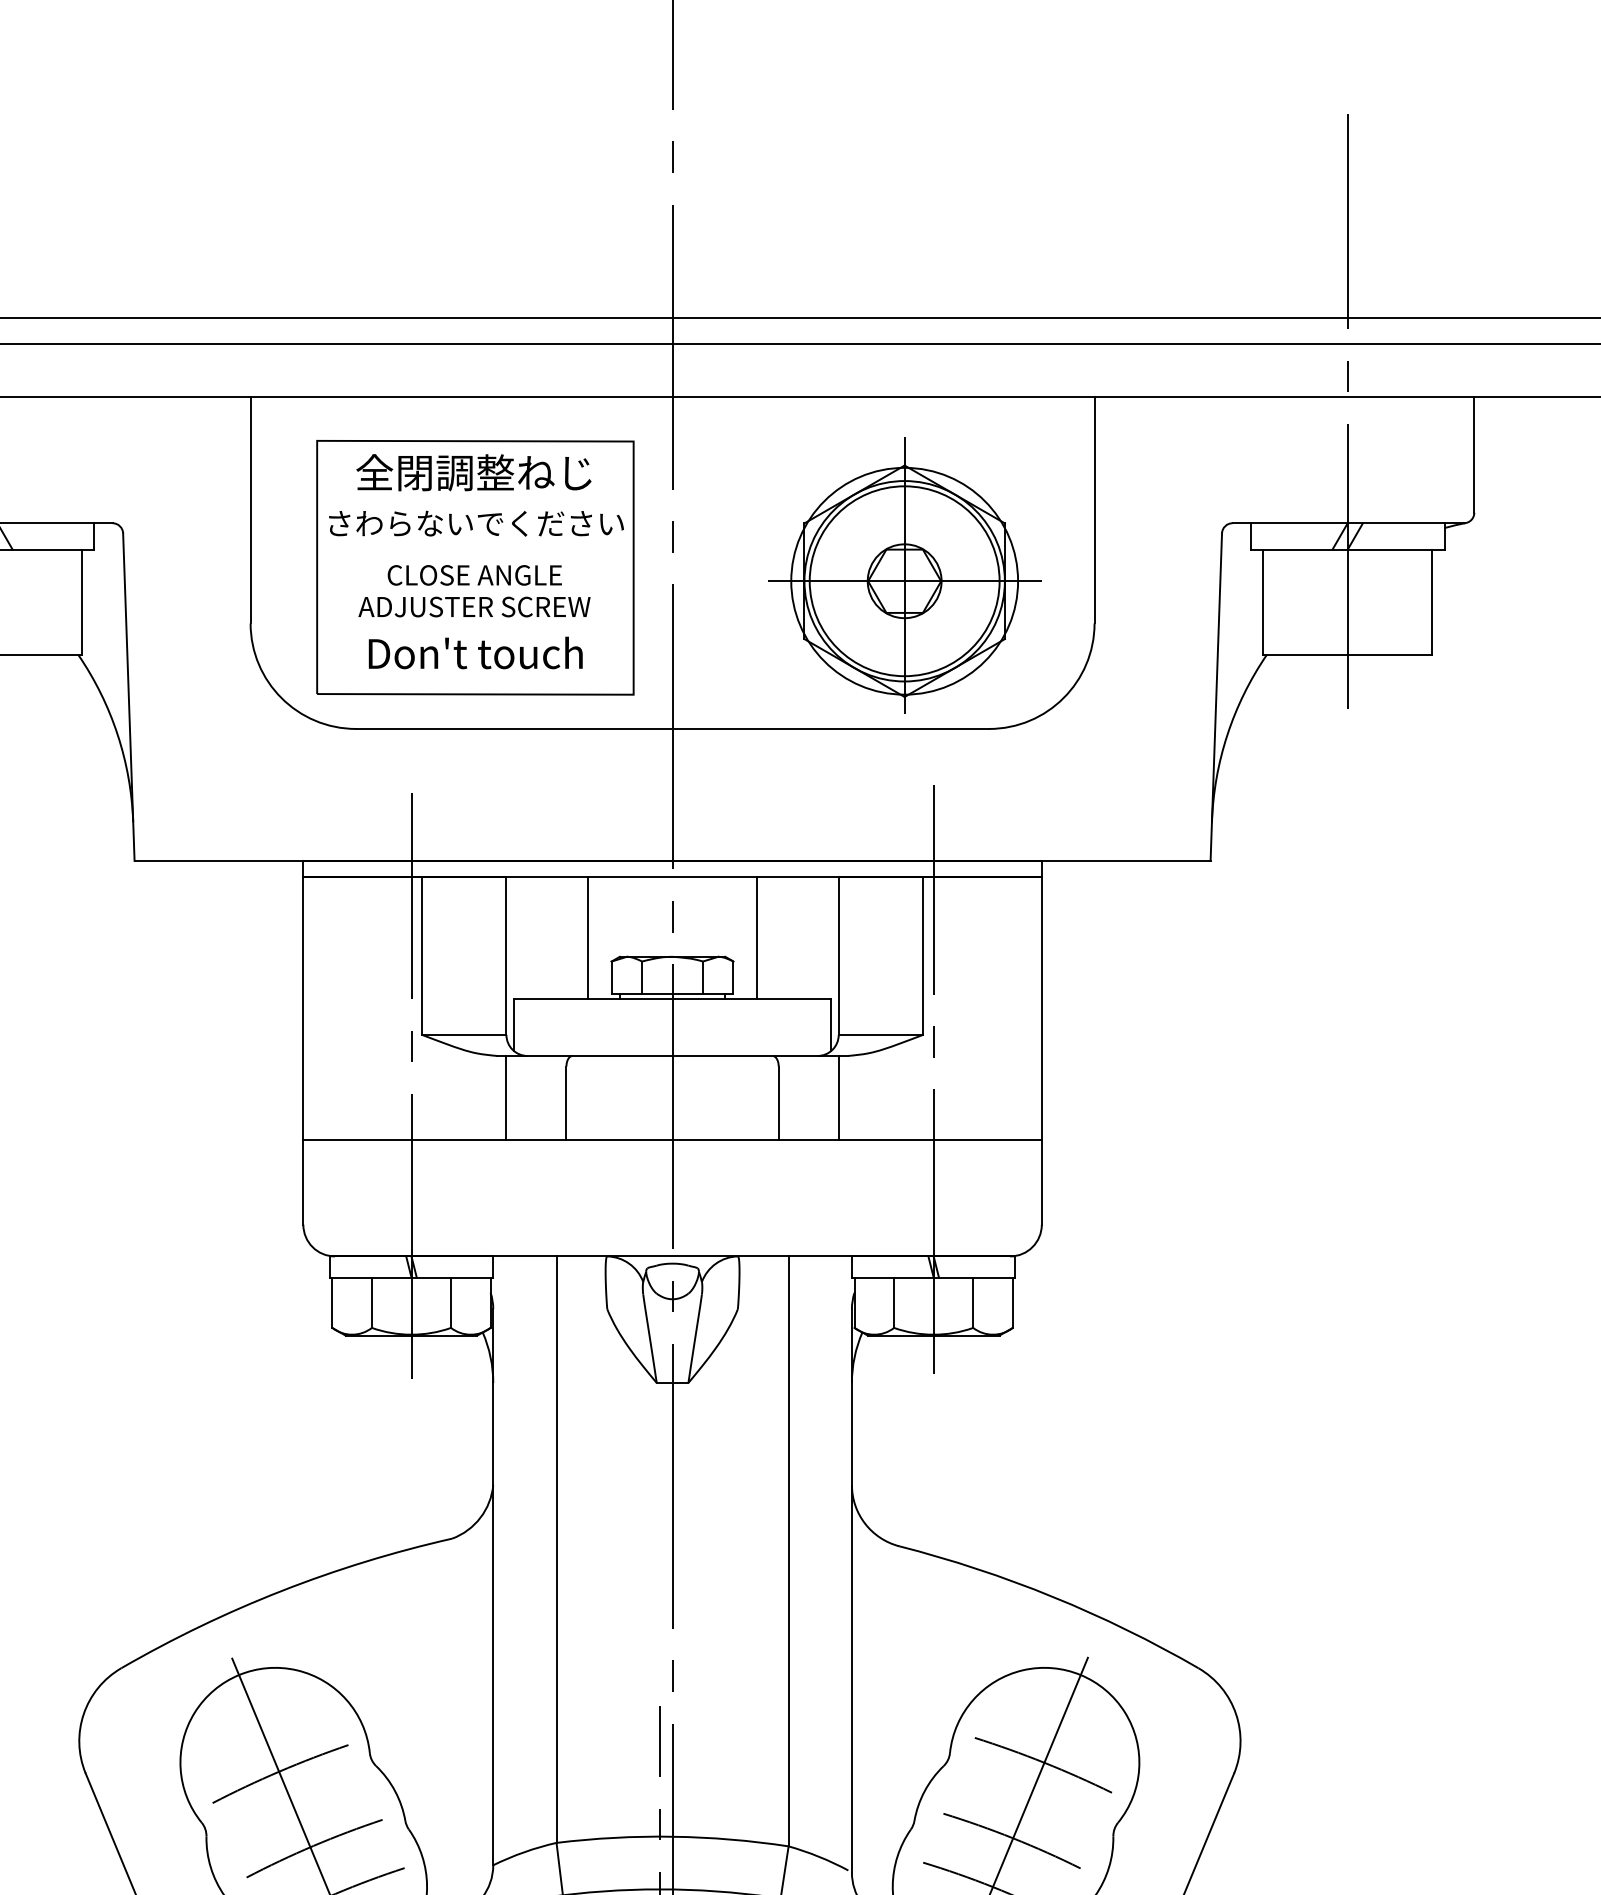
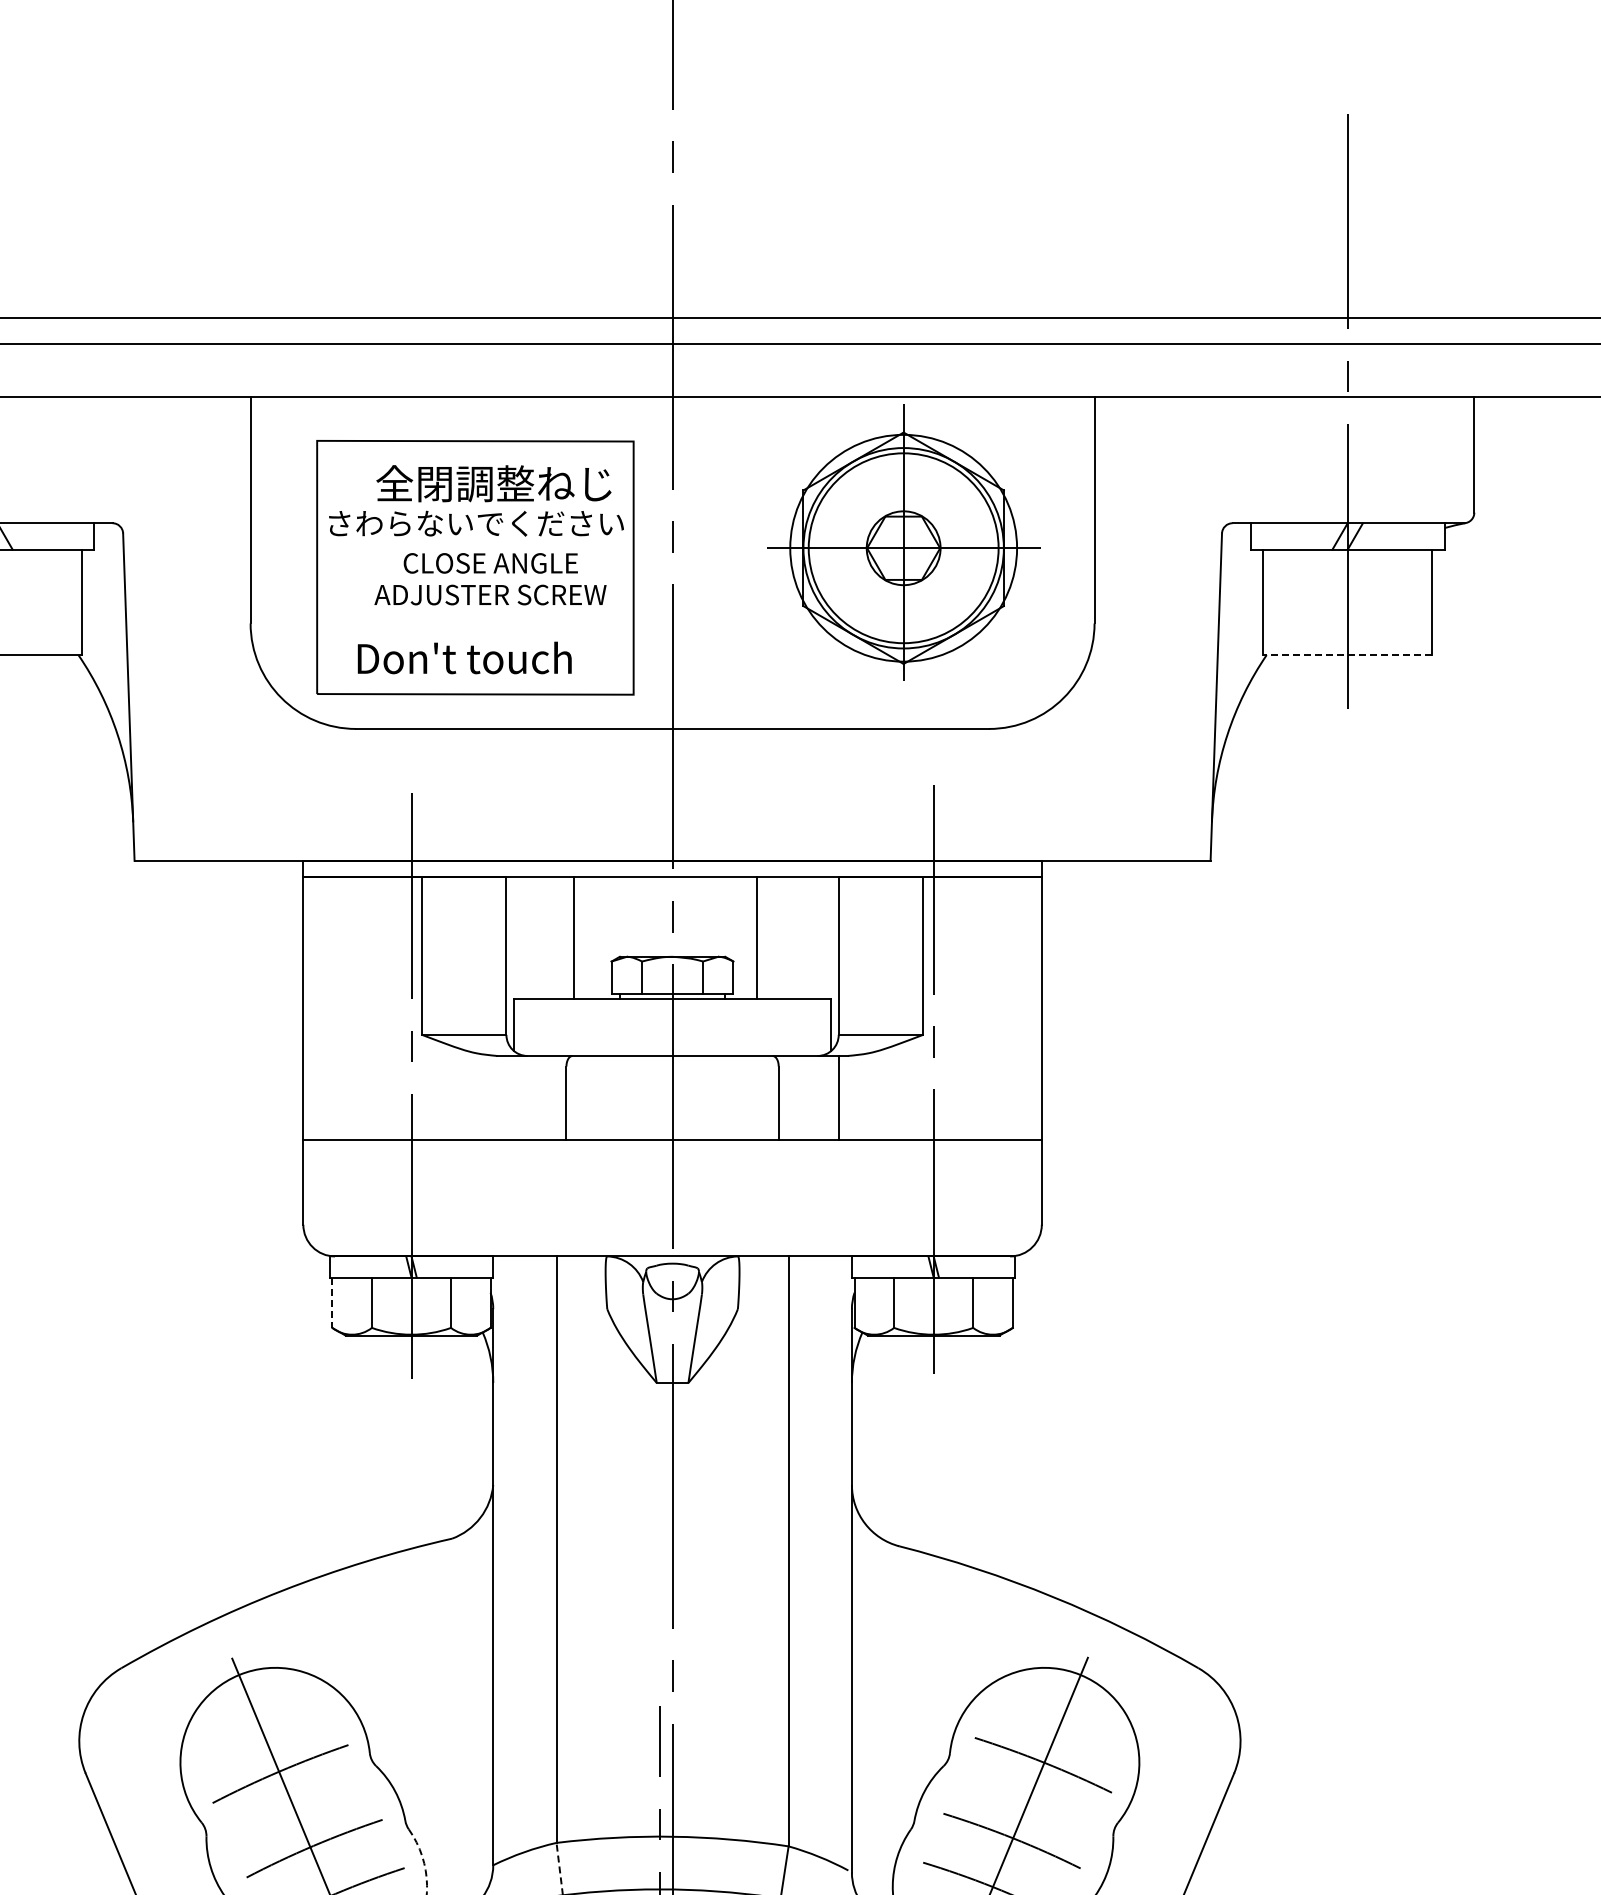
text at (473, 472) position: (473, 472) -> (493, 483)
part at (904, 575) position: (904, 575) -> (903, 542)
text at (474, 591) position: (474, 591) -> (490, 579)
text at (475, 652) position: (475, 652) -> (464, 657)
line at (1347, 655): solid -> dashed
line at (588, 937) position: (588, 937) -> (574, 937)
line at (505, 1097): present -> none
line at (332, 1303): solid -> dashed
arc at (423, 1860): solid -> dashed
line at (559, 1868): solid -> dashed
